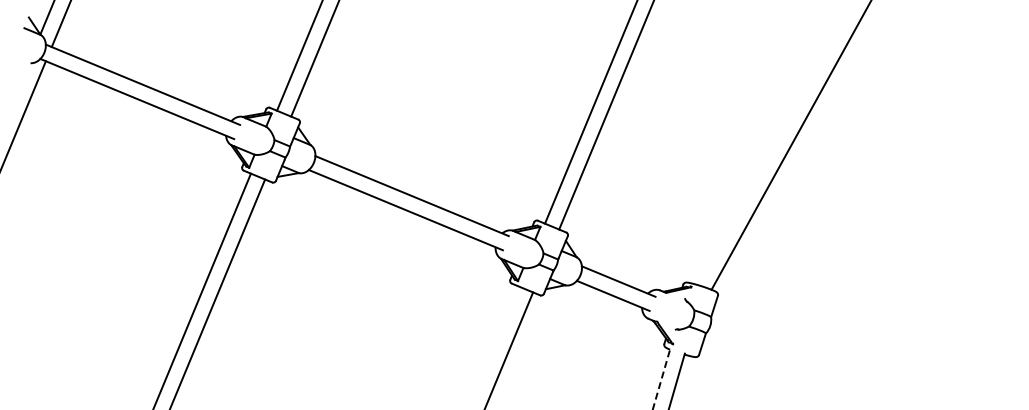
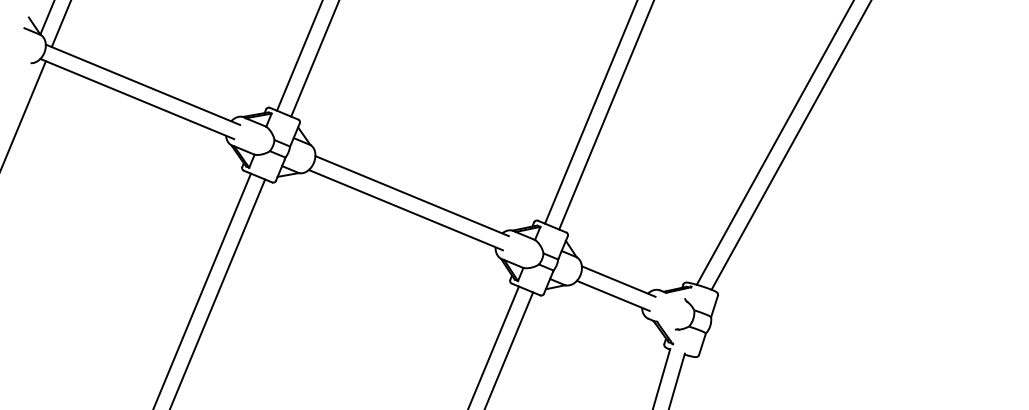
line at (774, 143): none -> present
line at (493, 346): none -> present
line at (661, 378): dashed -> solid
